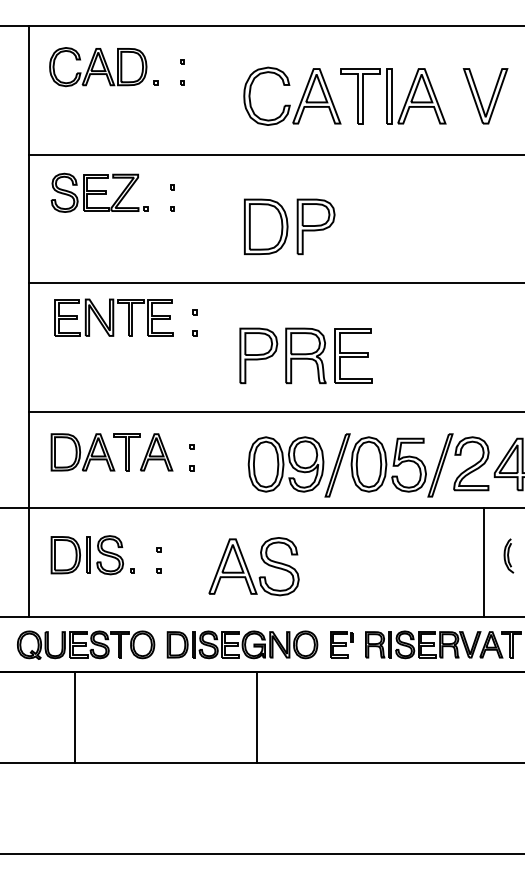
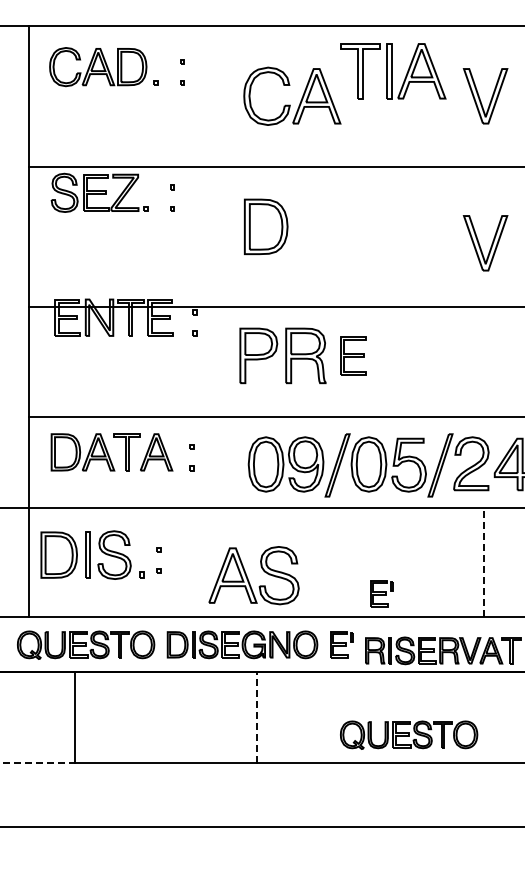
part at (393, 96) position: (393, 96) -> (393, 71)
line at (275, 154) position: (275, 154) -> (275, 166)
part at (315, 226): present -> none
part at (485, 243): none -> present
line at (275, 283) position: (275, 283) -> (275, 307)
part at (353, 355) size: 39x56 px -> 27x40 px
line at (275, 411) position: (275, 411) -> (275, 416)
part at (92, 555) size: 85x41 px -> 105x50 px
part at (508, 555): present -> none
line at (483, 562): solid -> dashed
part at (253, 566) position: (253, 566) -> (253, 575)
part at (381, 593): none -> present
part at (443, 644) position: (443, 644) -> (443, 650)
line at (256, 716): solid -> dashed
part at (409, 734): none -> present
line at (37, 762): solid -> dashed
line at (261, 853) position: (261, 853) -> (261, 826)
